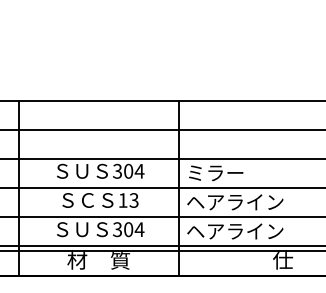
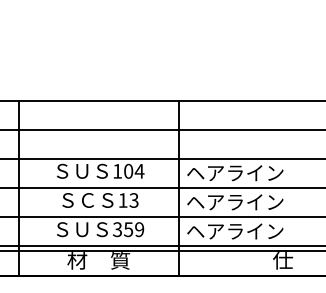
text at (117, 170): 304 -> 104
text at (235, 173): ミラー -> ヘアライン
text at (134, 229): 304 -> 359
